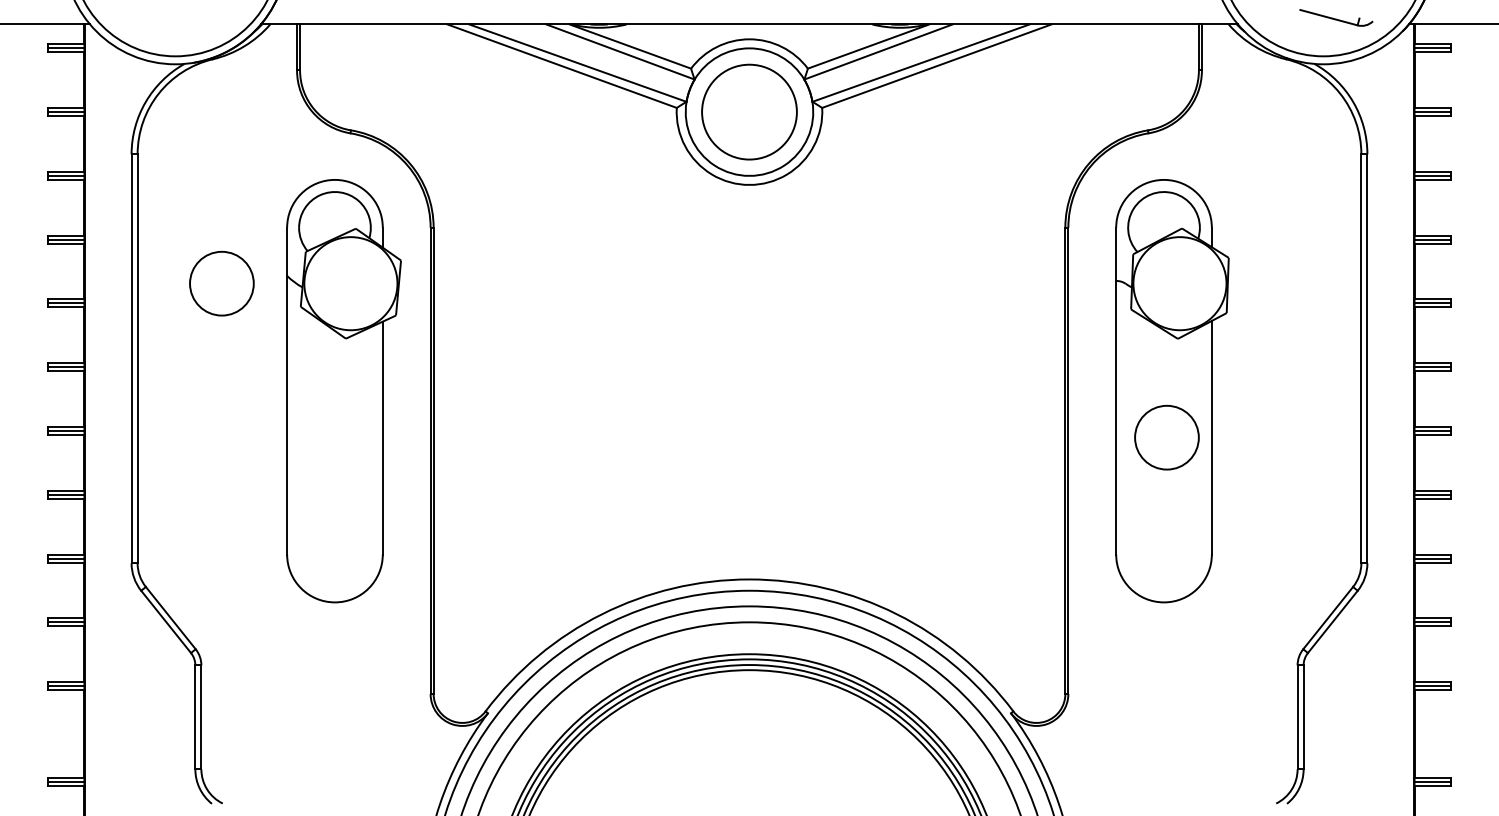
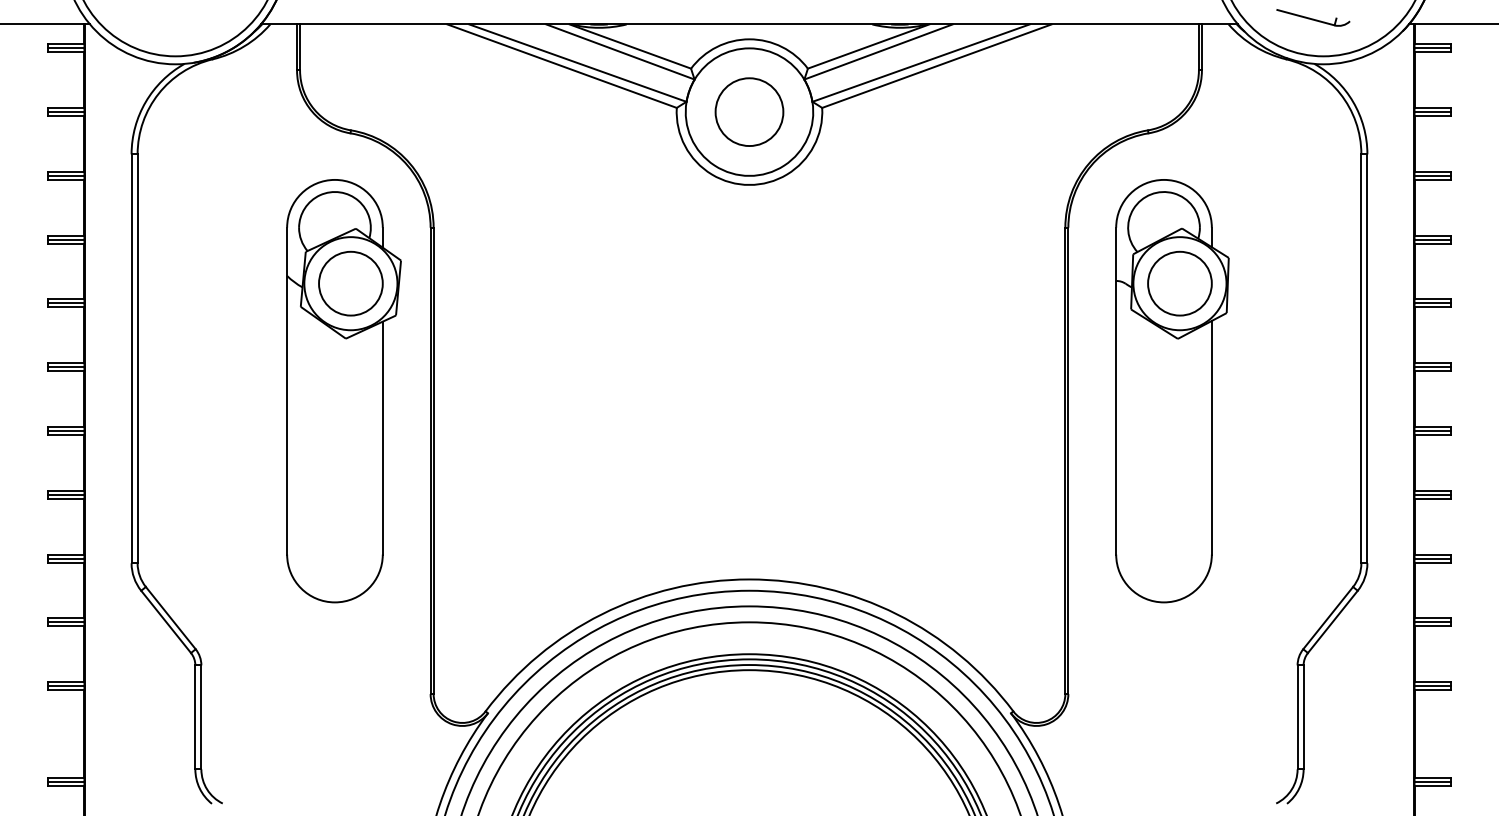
part at (1336, 17) position: (1336, 17) -> (1313, 17)
circle at (749, 111) diameter: 95 px -> 68 px
circle at (221, 283) position: (221, 283) -> (350, 283)
circle at (1166, 437) position: (1166, 437) -> (1179, 283)
